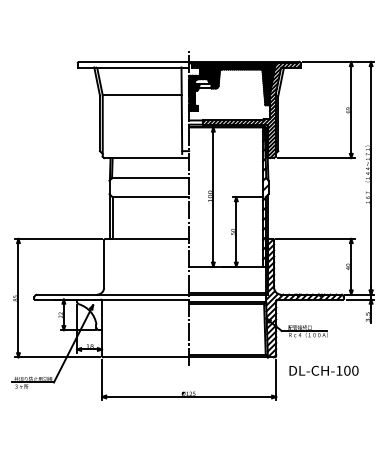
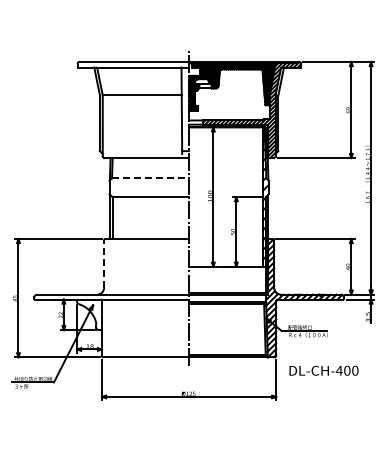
line at (150, 178): solid -> dashed
line at (104, 264): solid -> dashed
text at (338, 370): DL-CH-100 -> DL-CH-400
